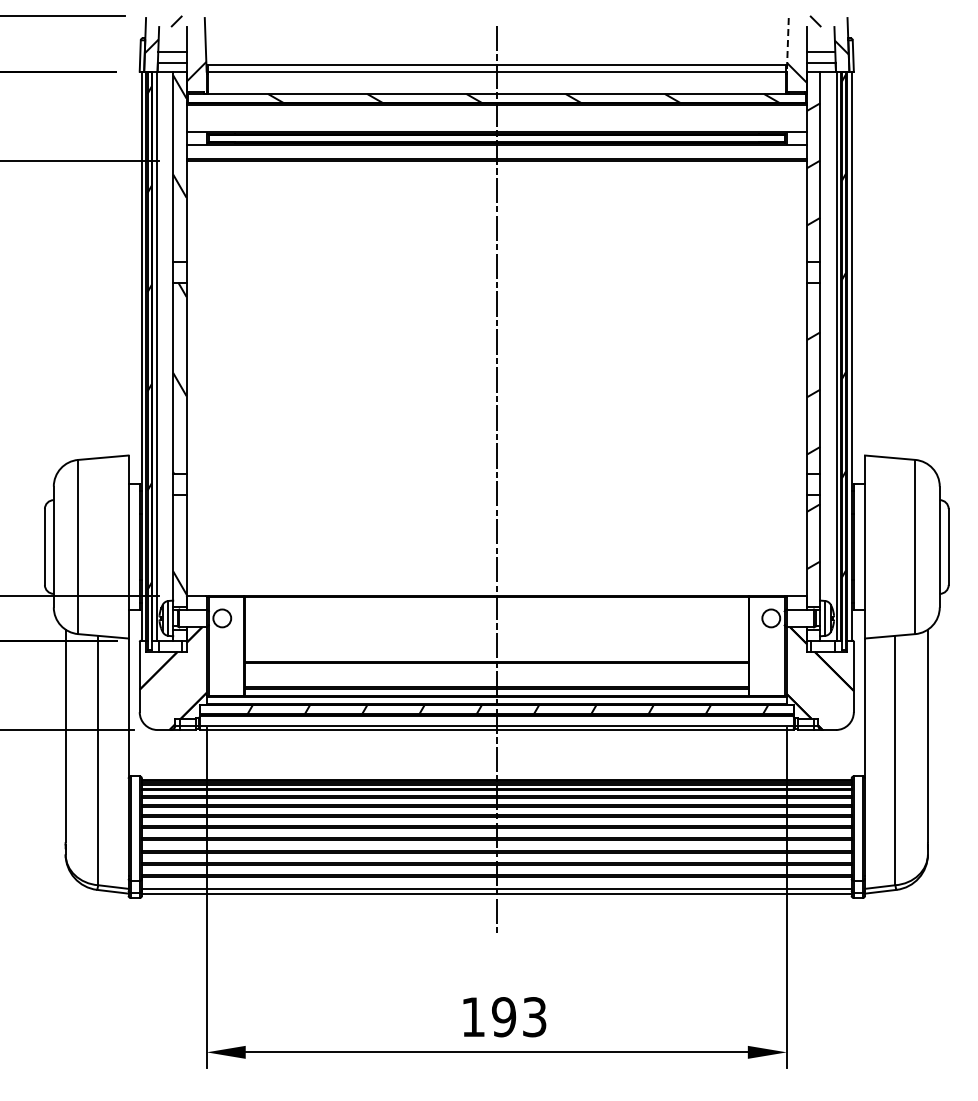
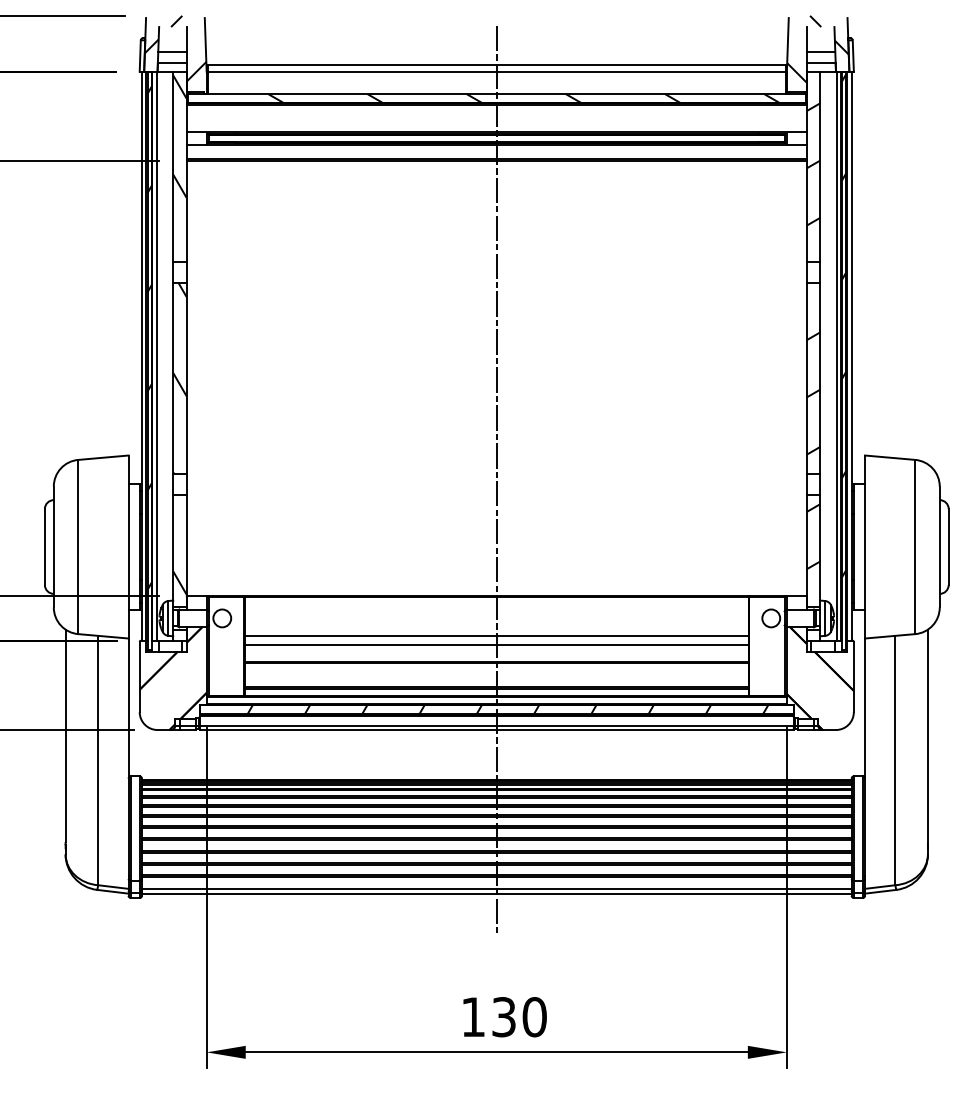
line at (787, 44): dashed -> solid
line at (496, 636): none -> present
line at (496, 645): none -> present
text at (519, 1017): 193 -> 130
